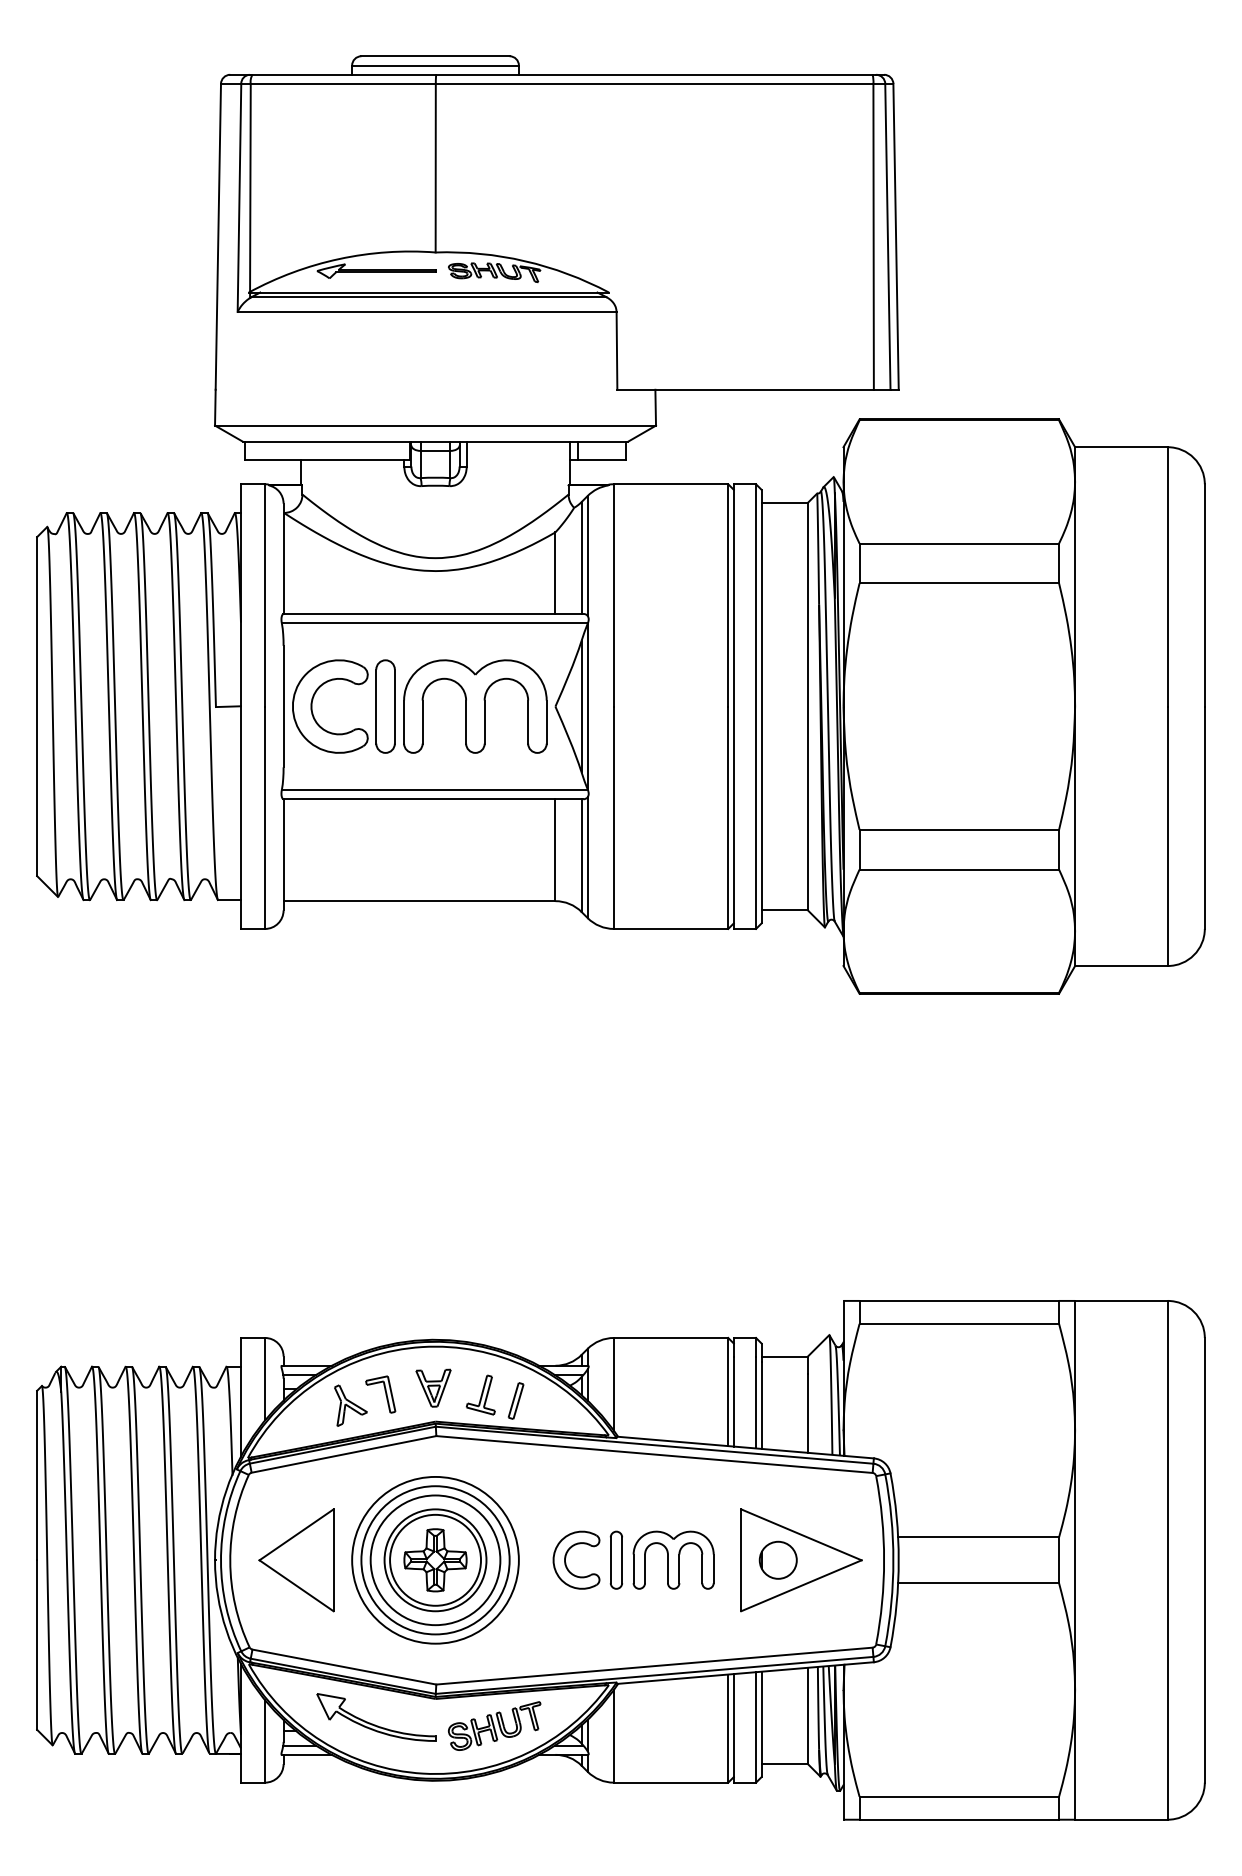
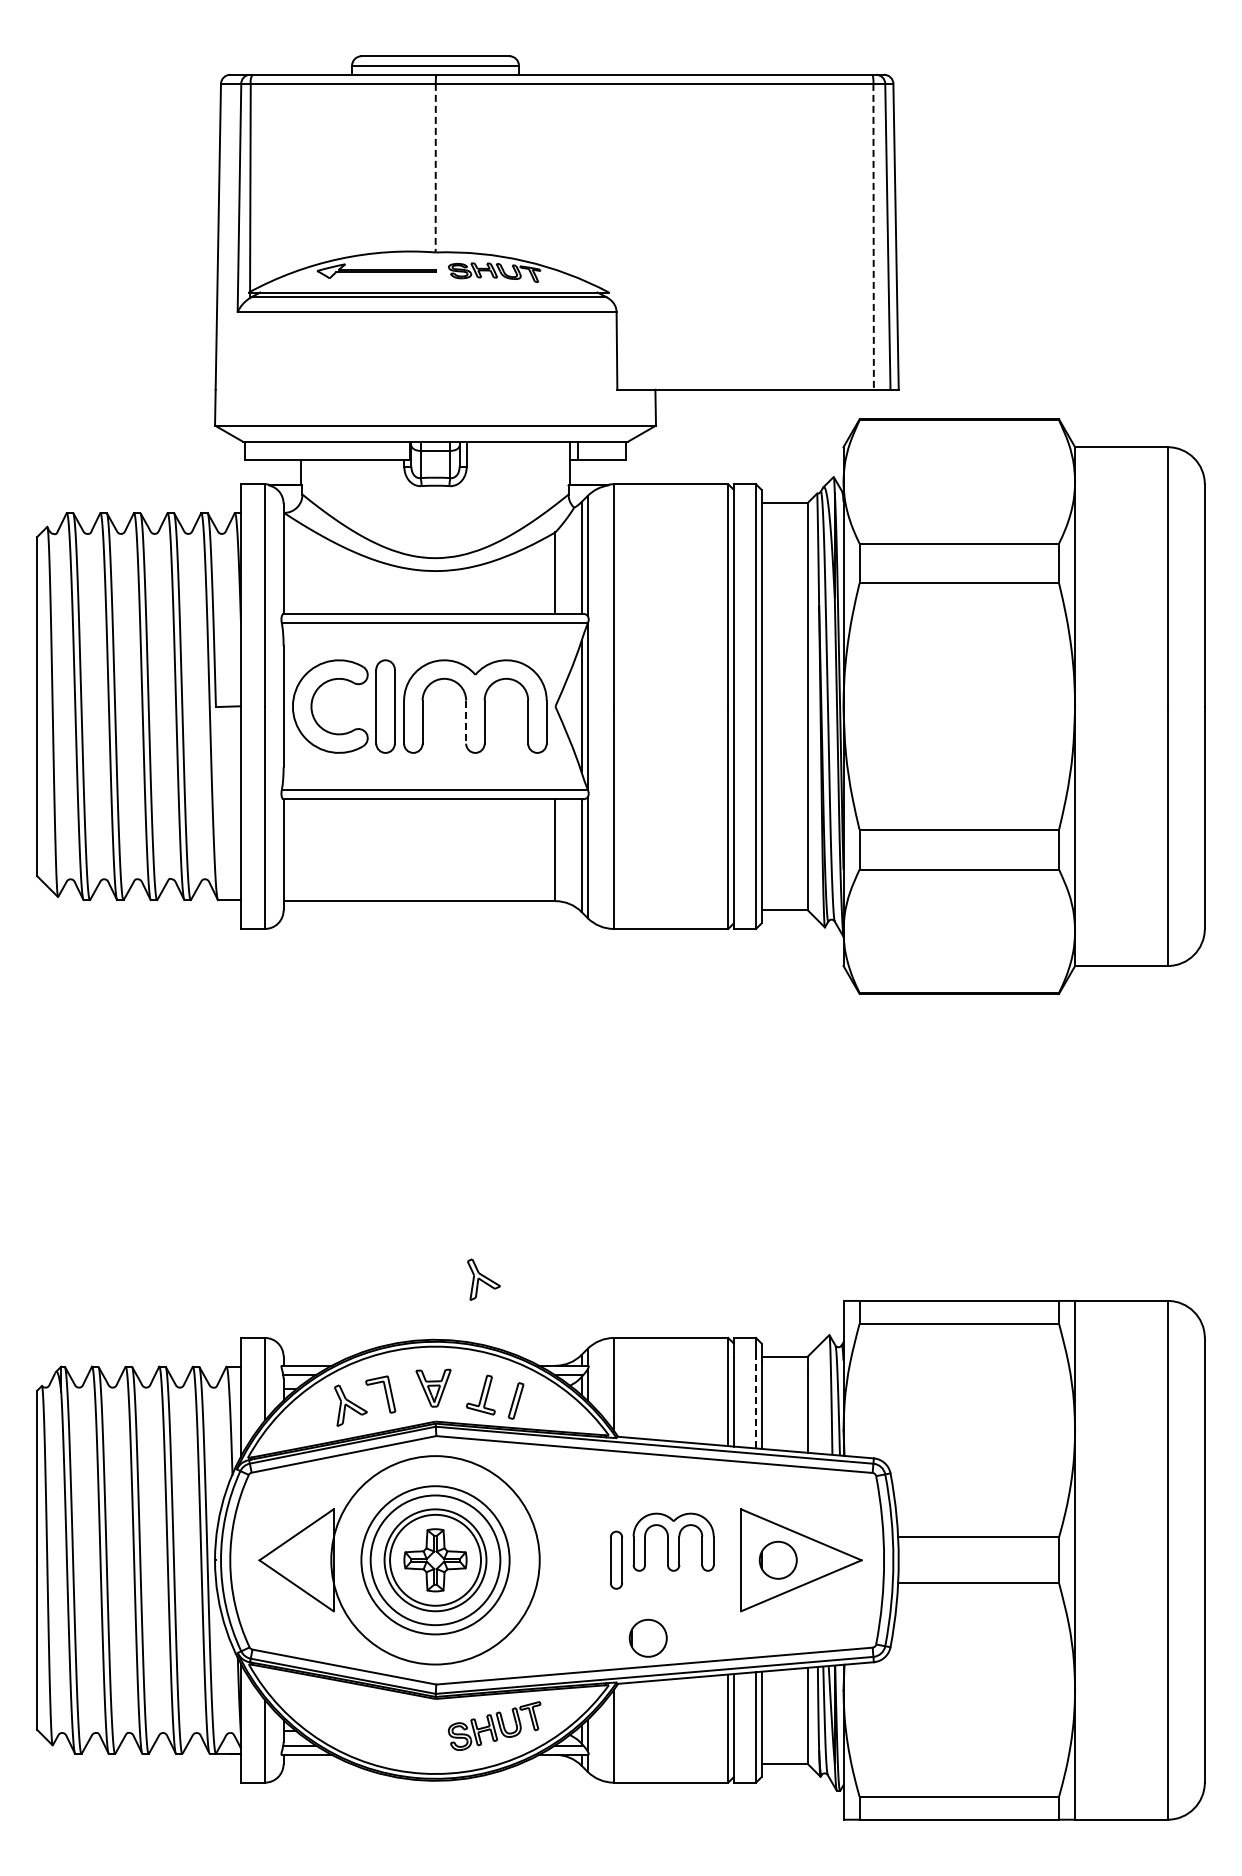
line at (435, 168): solid -> dashed
line at (873, 236): solid -> dashed
line at (466, 722): solid -> dashed
part at (483, 1279): none -> present
line at (756, 1402): solid -> dashed
part at (566, 1557): present -> none
circle at (435, 1559) diameter: 167 px -> 208 px
part at (673, 1559) position: (673, 1559) -> (673, 1541)
part at (647, 1637): none -> present
part at (375, 1724): present -> none
